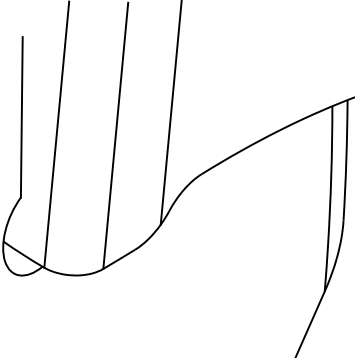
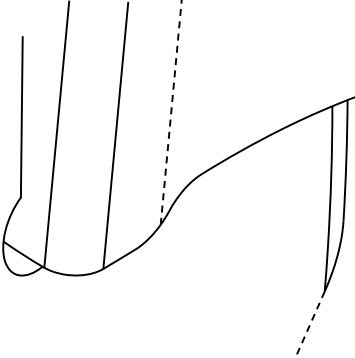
line at (171, 112): solid -> dashed
line at (309, 325): solid -> dashed
